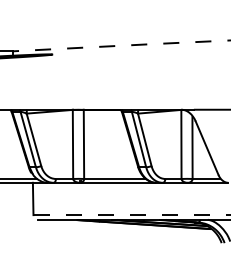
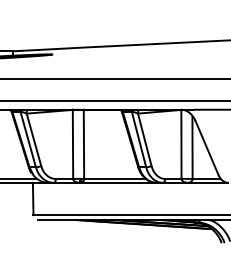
arc at (121, 45): dashed -> solid
line at (114, 79): none -> present
line at (114, 101): none -> present
line at (132, 215): dashed -> solid
